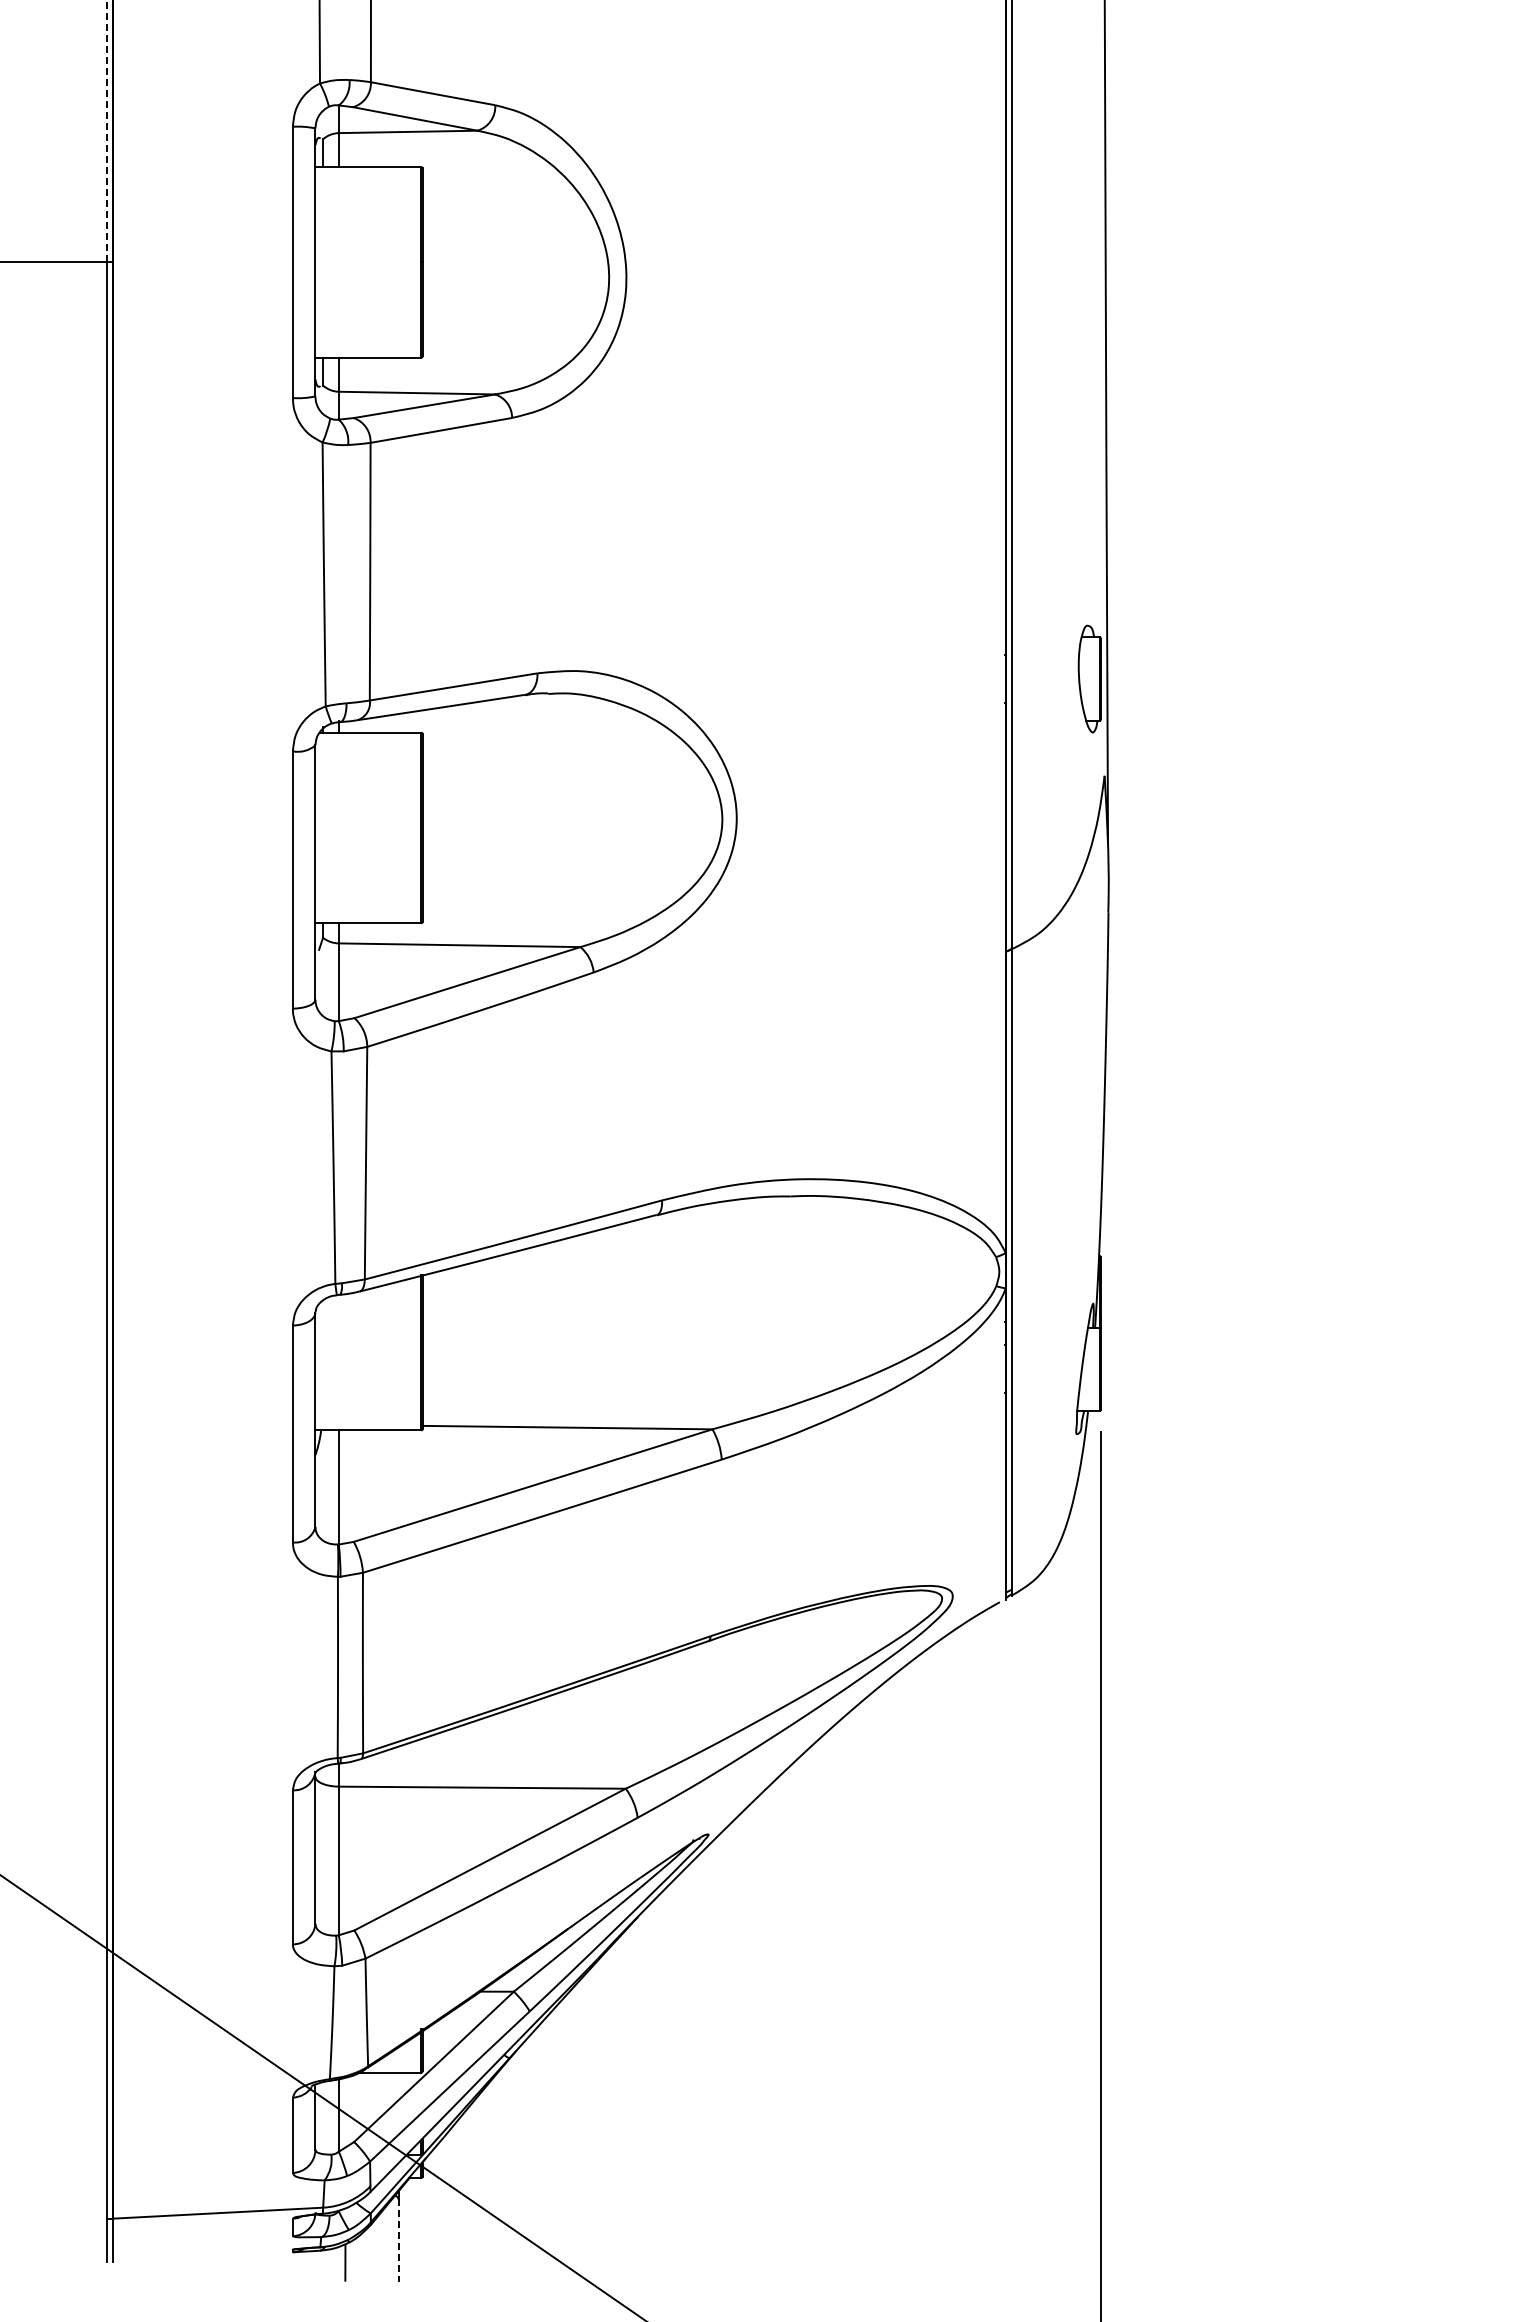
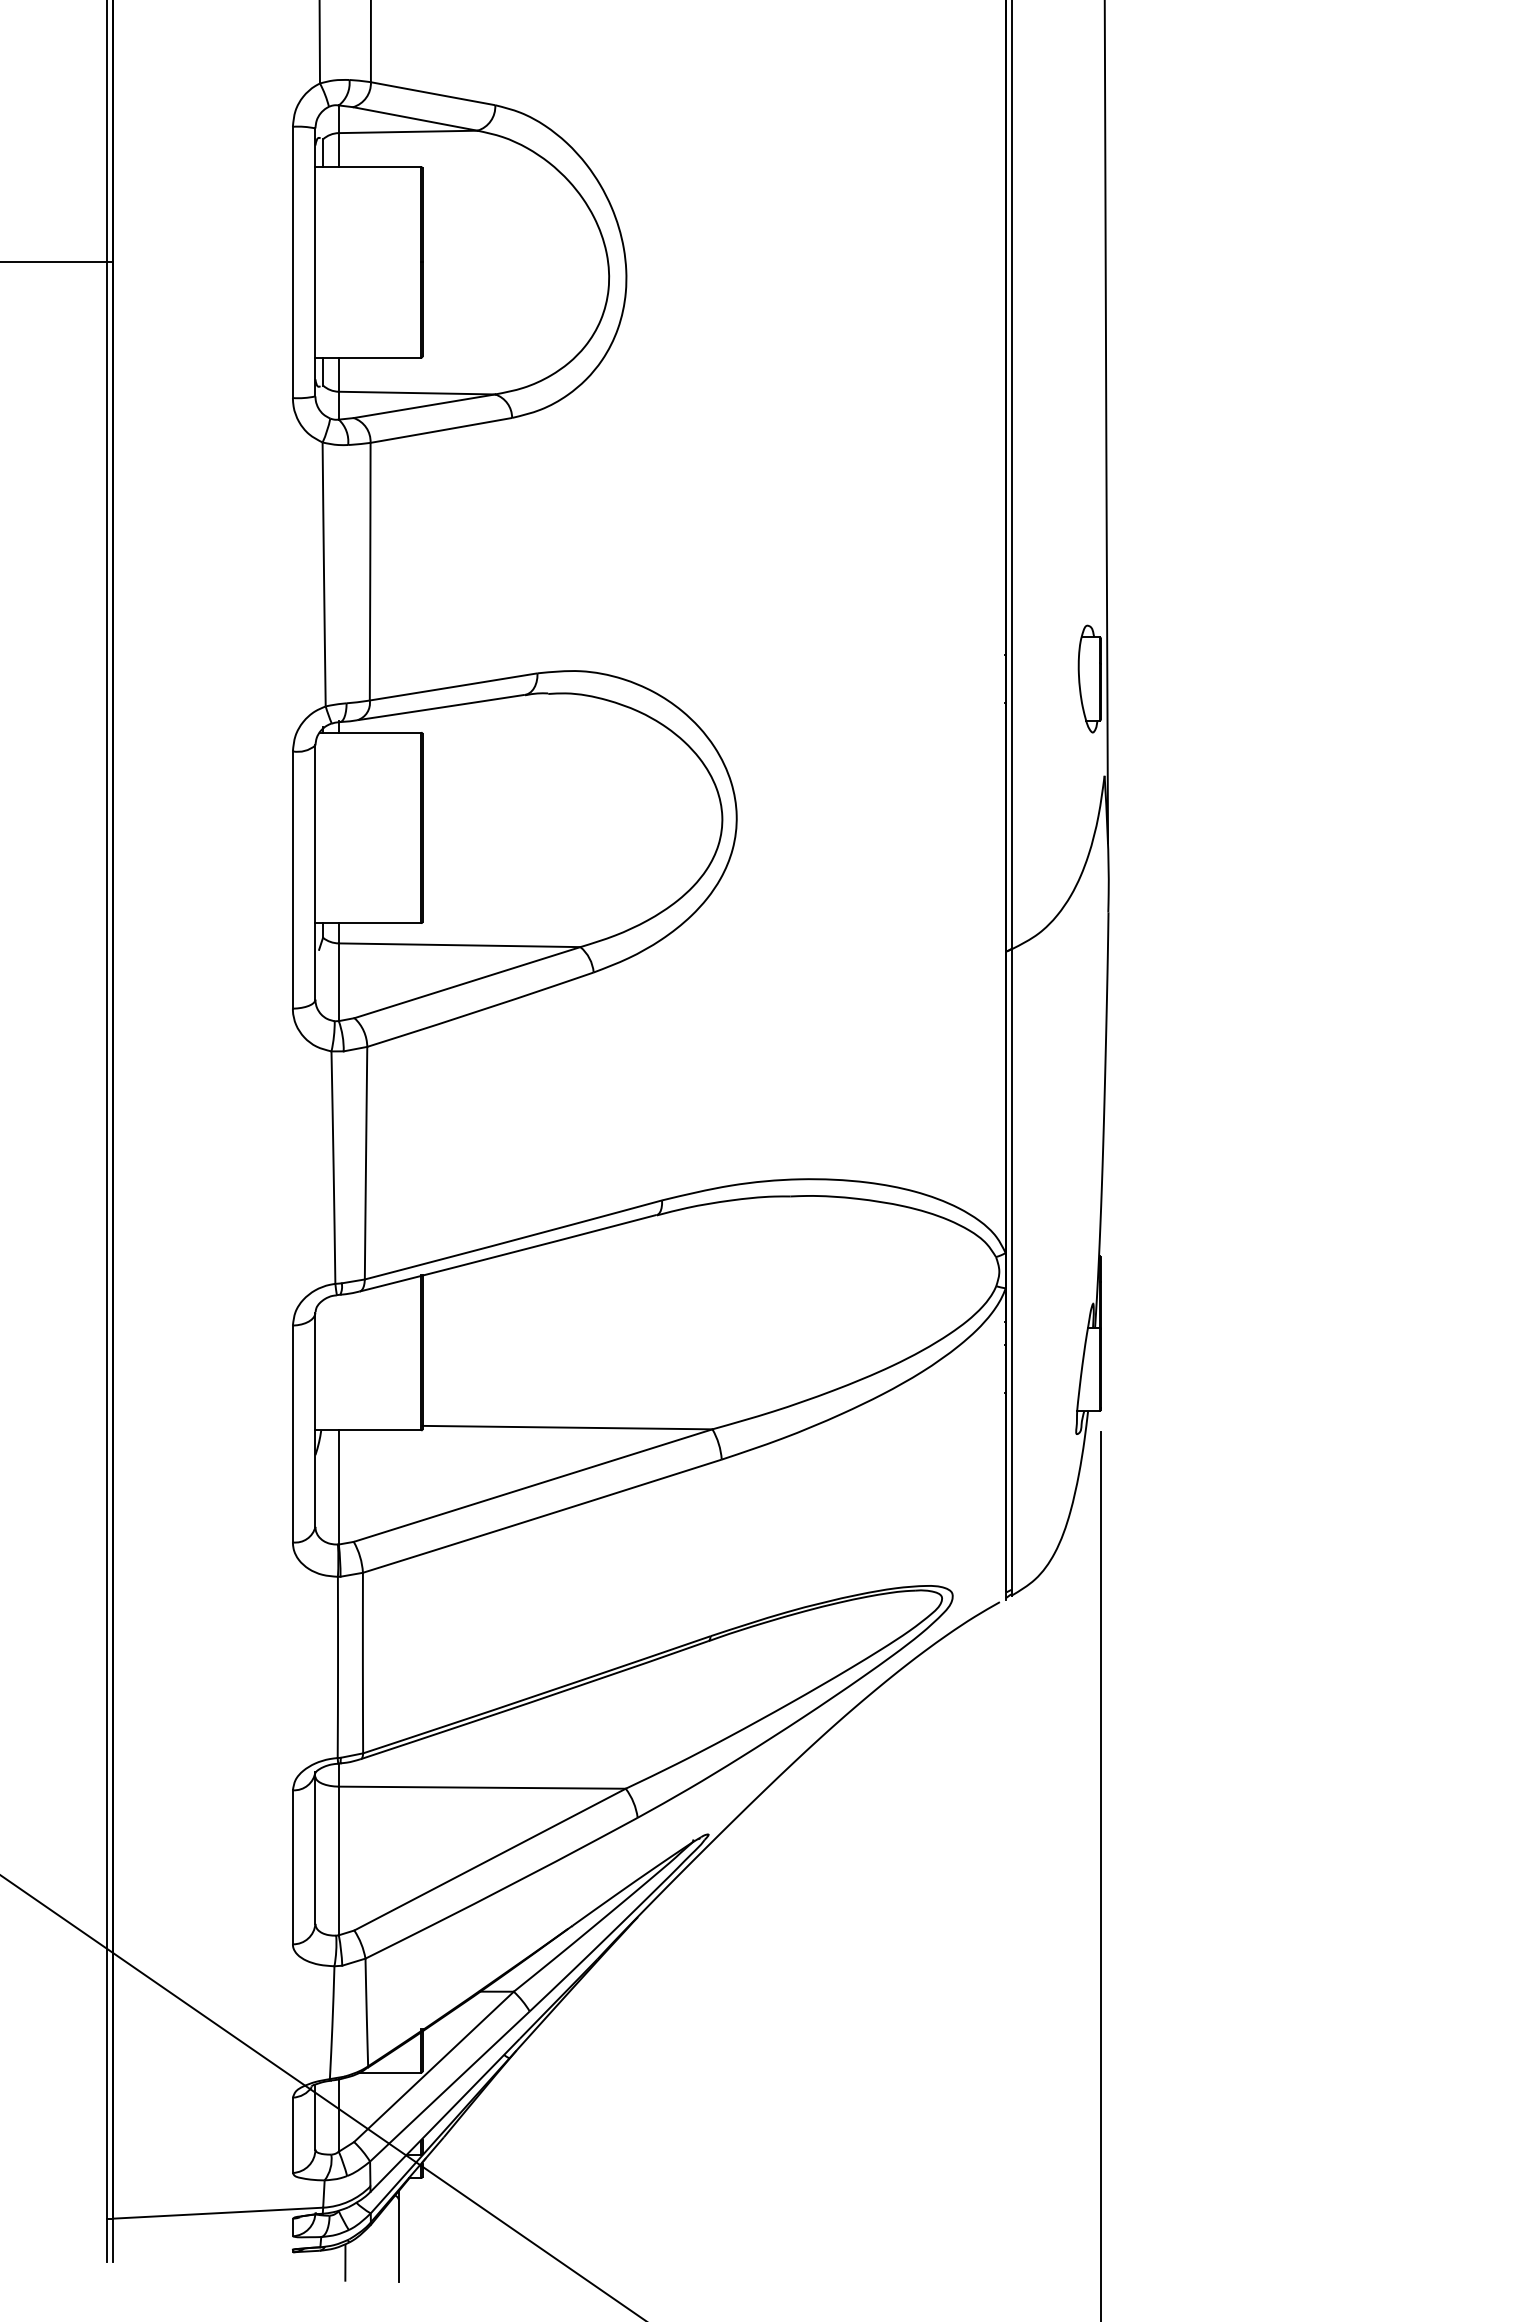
line at (107, 131): dashed -> solid
line at (398, 2241): dashed -> solid
